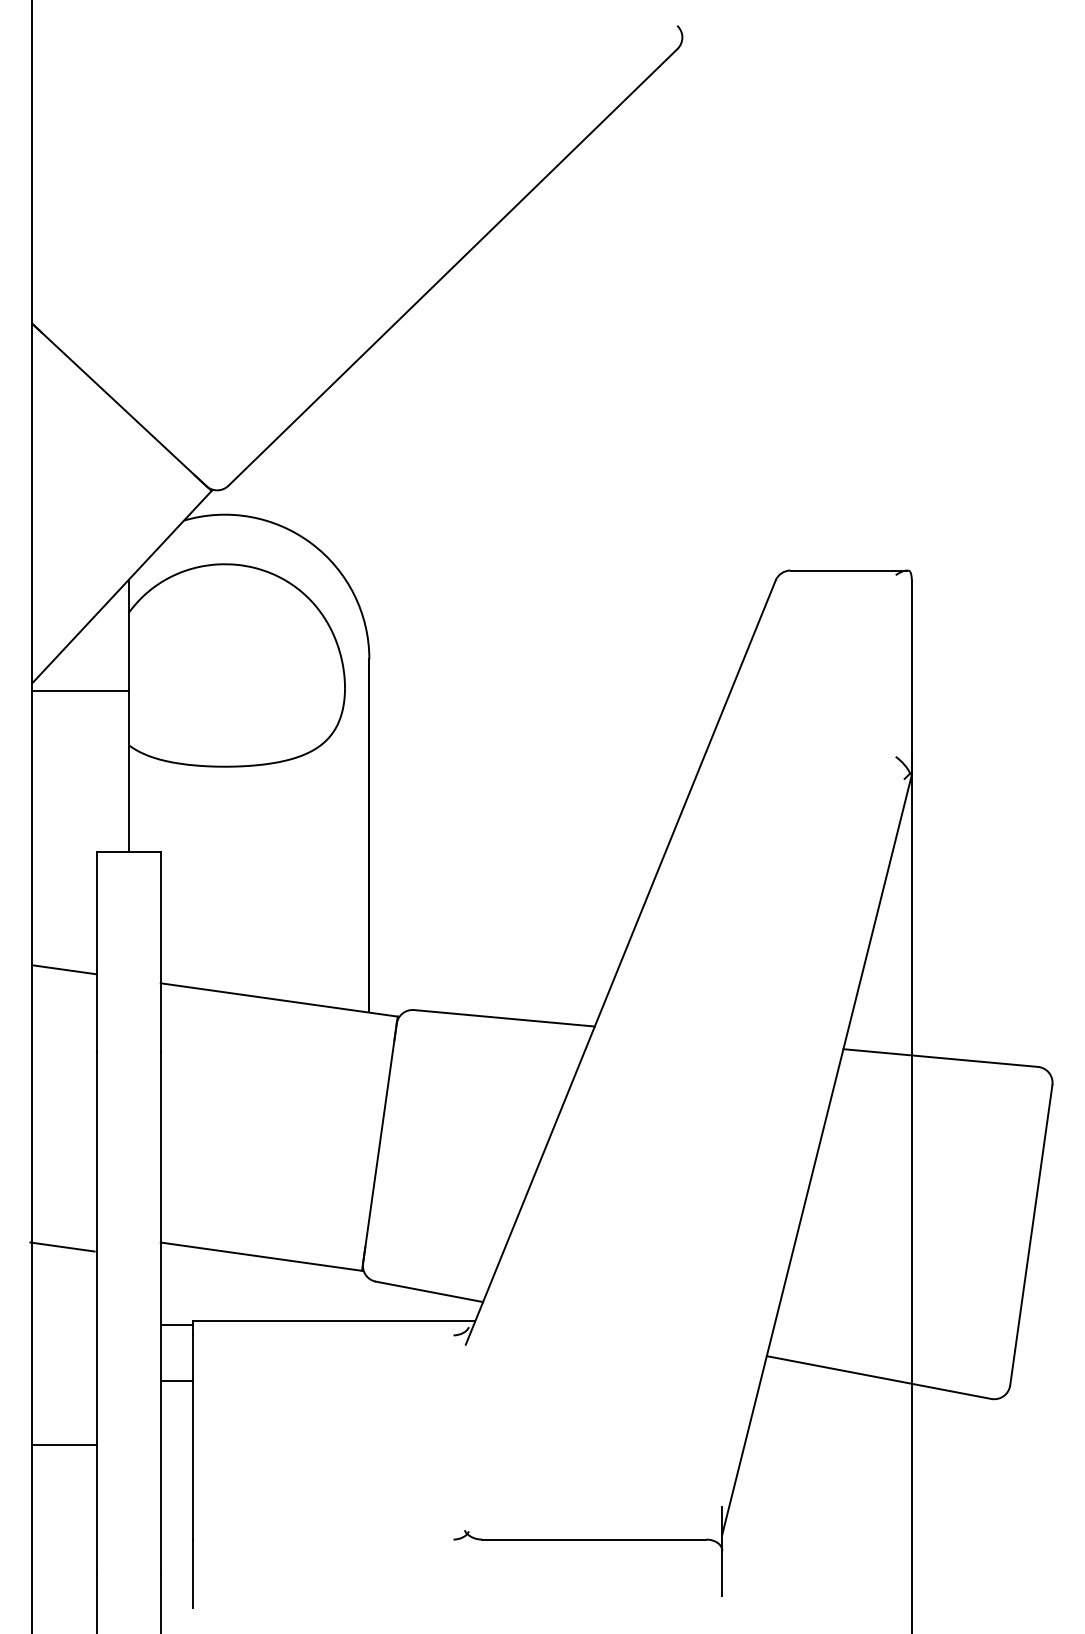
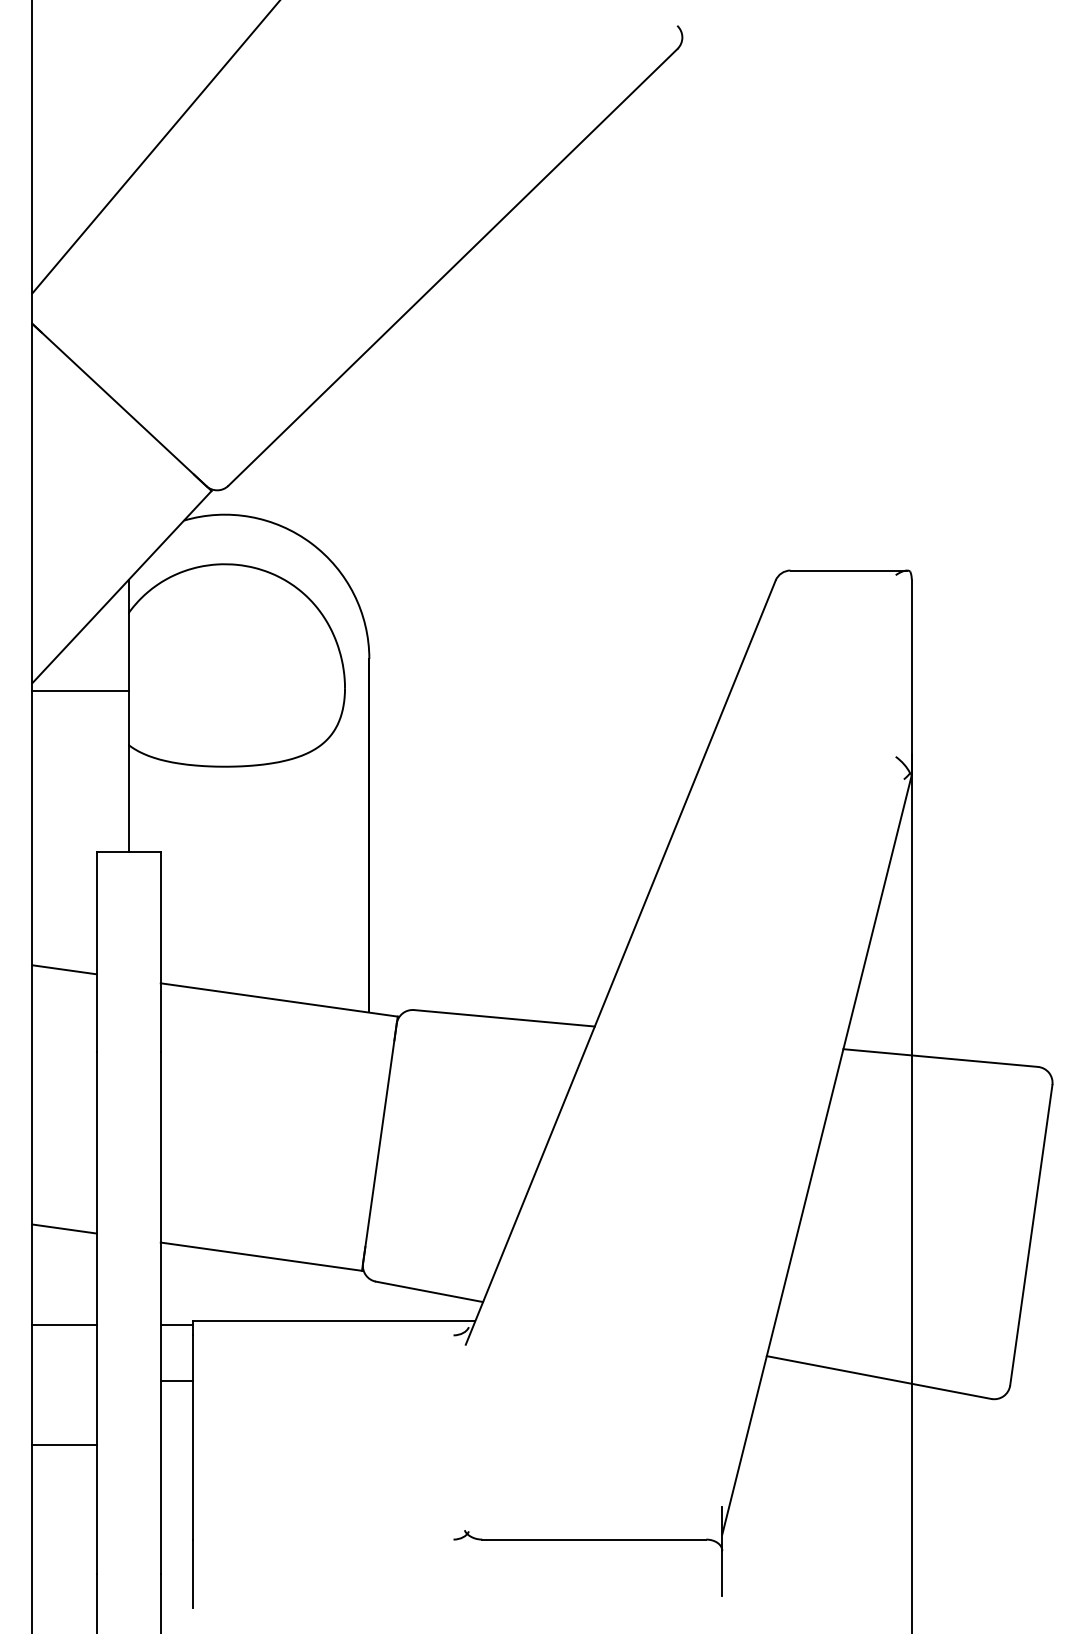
line at (155, 147): none -> present
line at (62, 1246) position: (62, 1246) -> (64, 1228)
line at (64, 1324): none -> present
